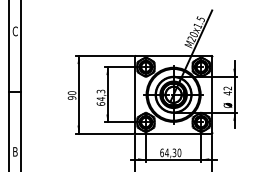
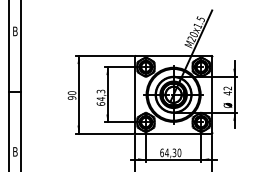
text at (14, 31): C -> B
